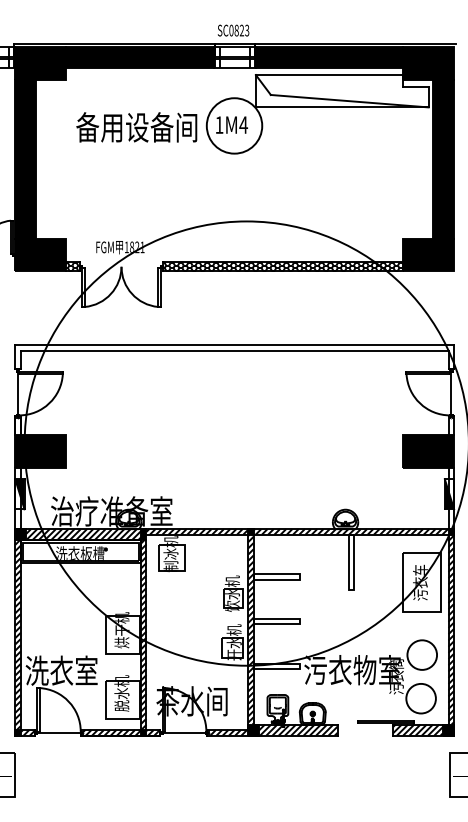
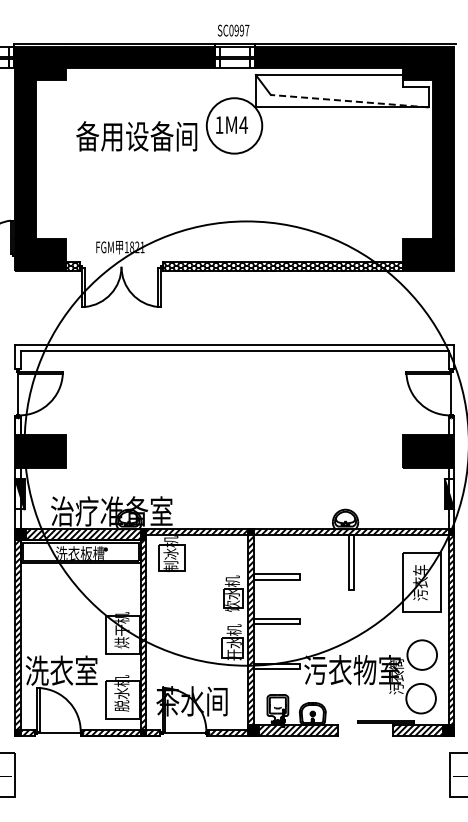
text at (241, 30): SC0823 -> SC0997
line at (349, 101): solid -> dashed
text at (136, 127) position: (136, 127) -> (136, 136)
